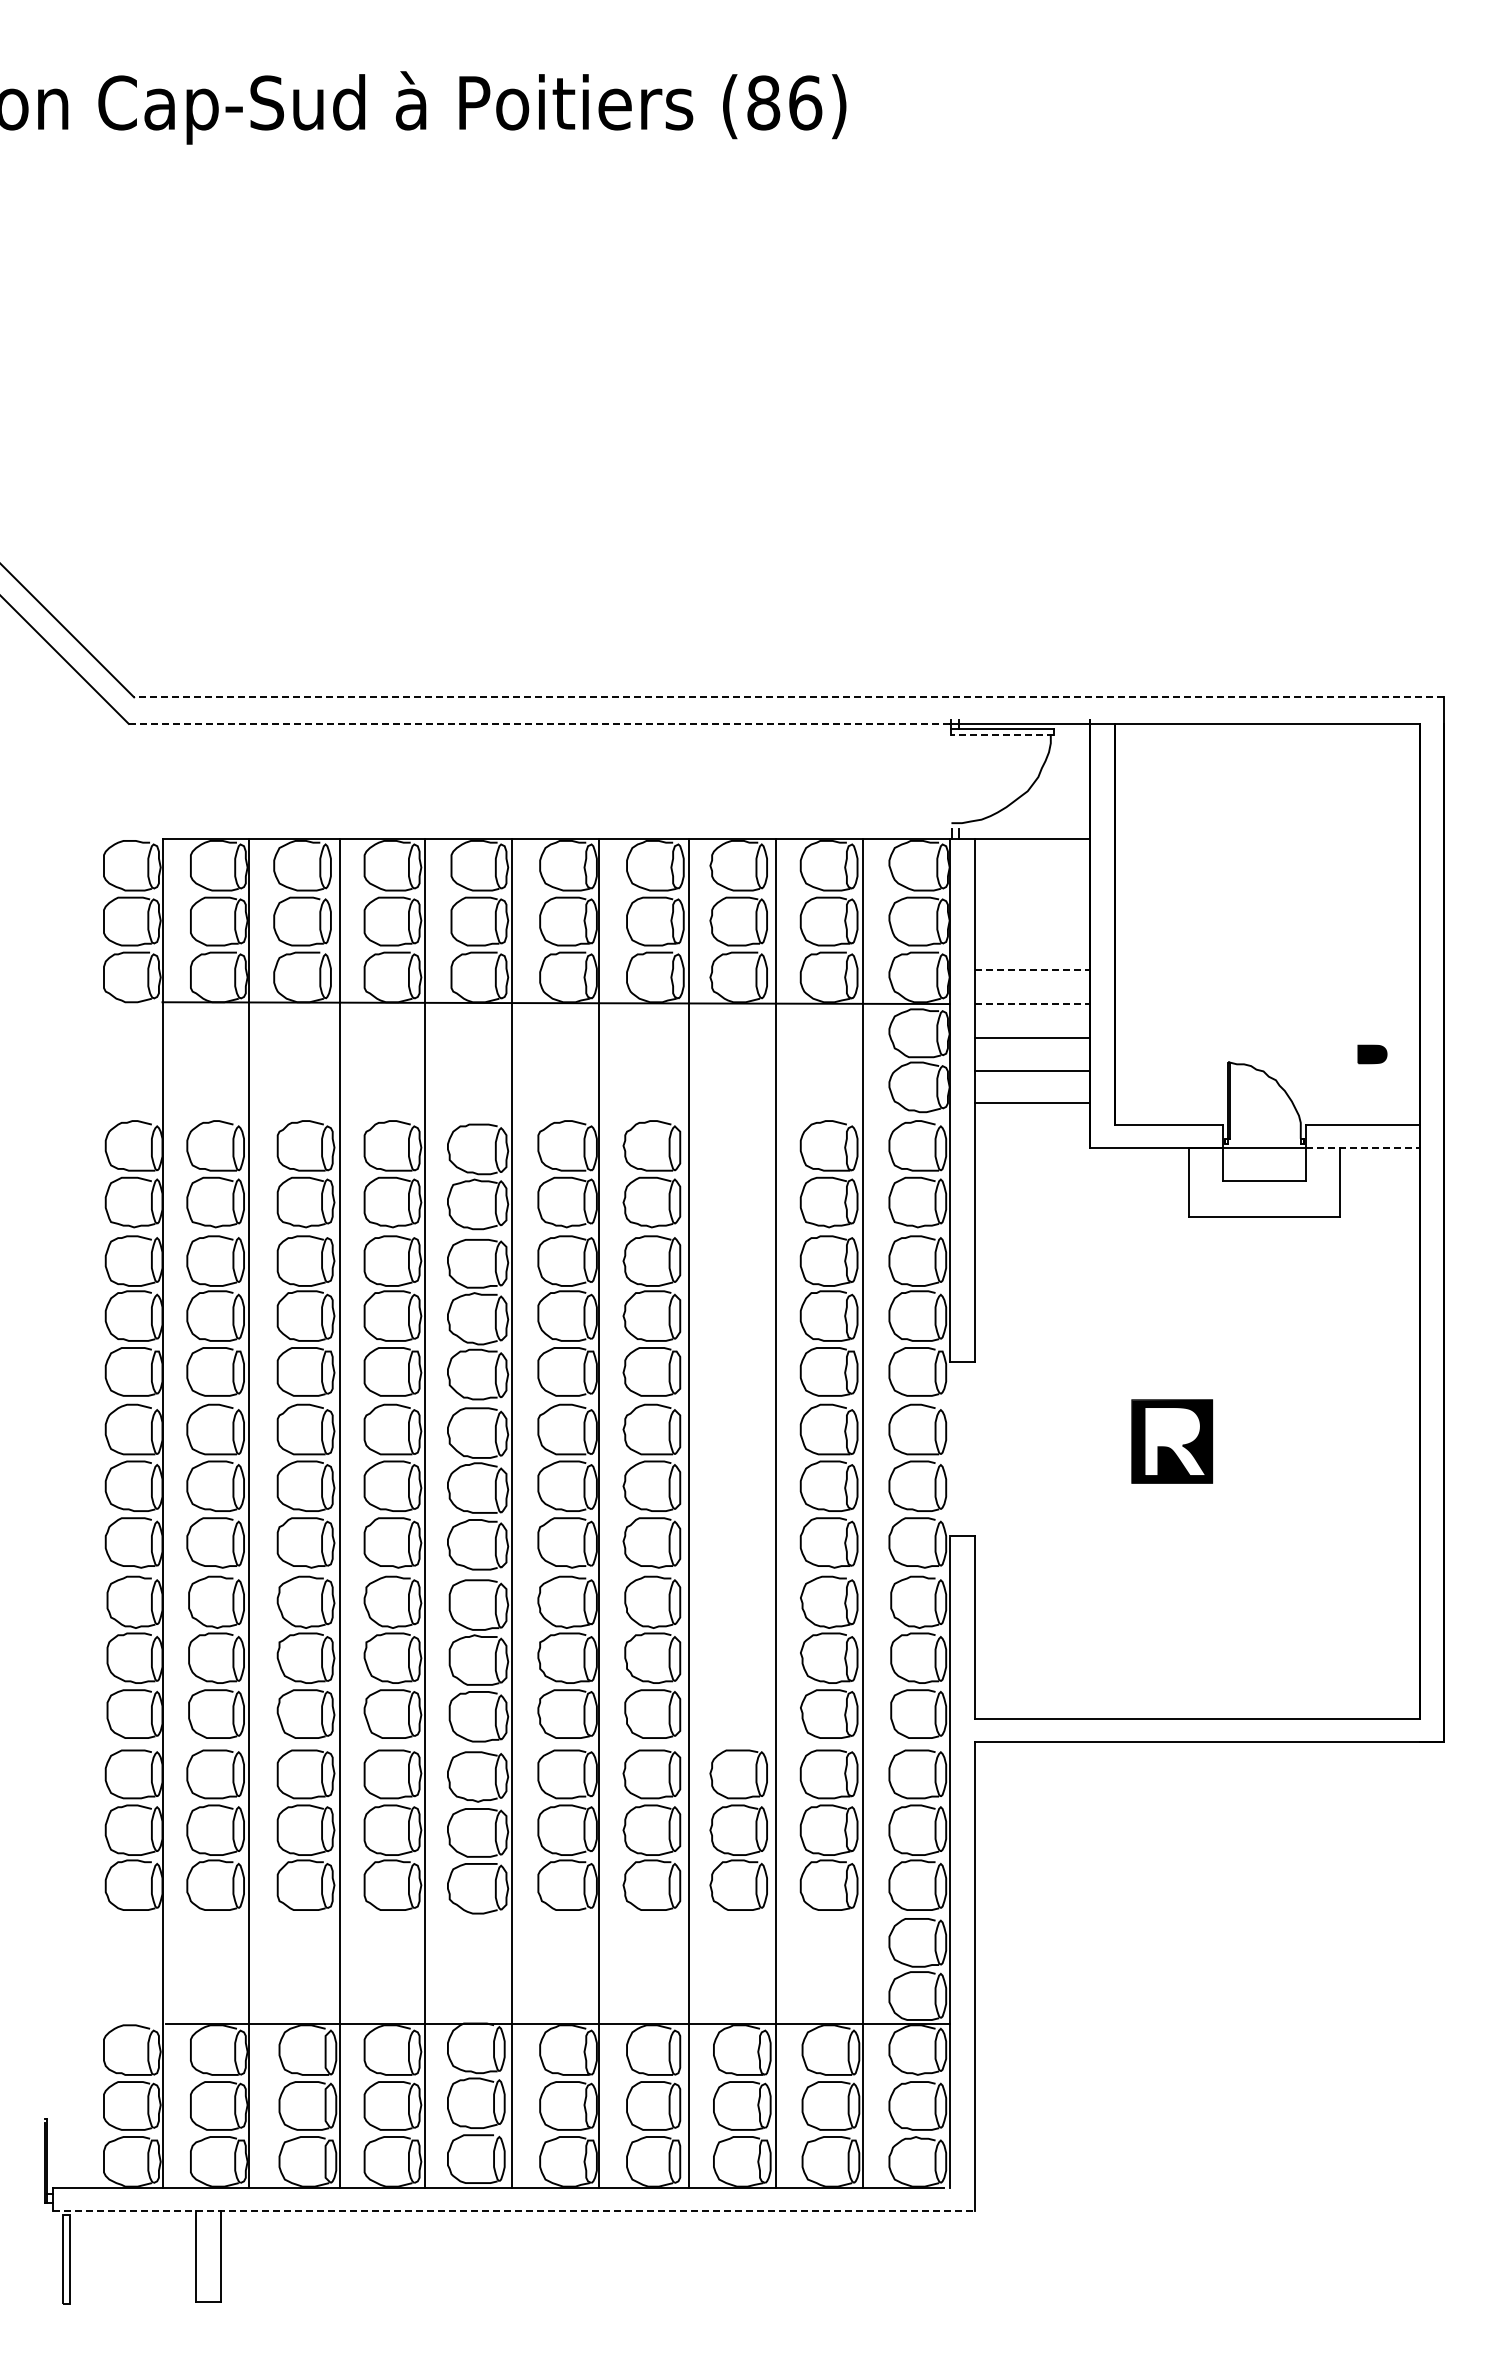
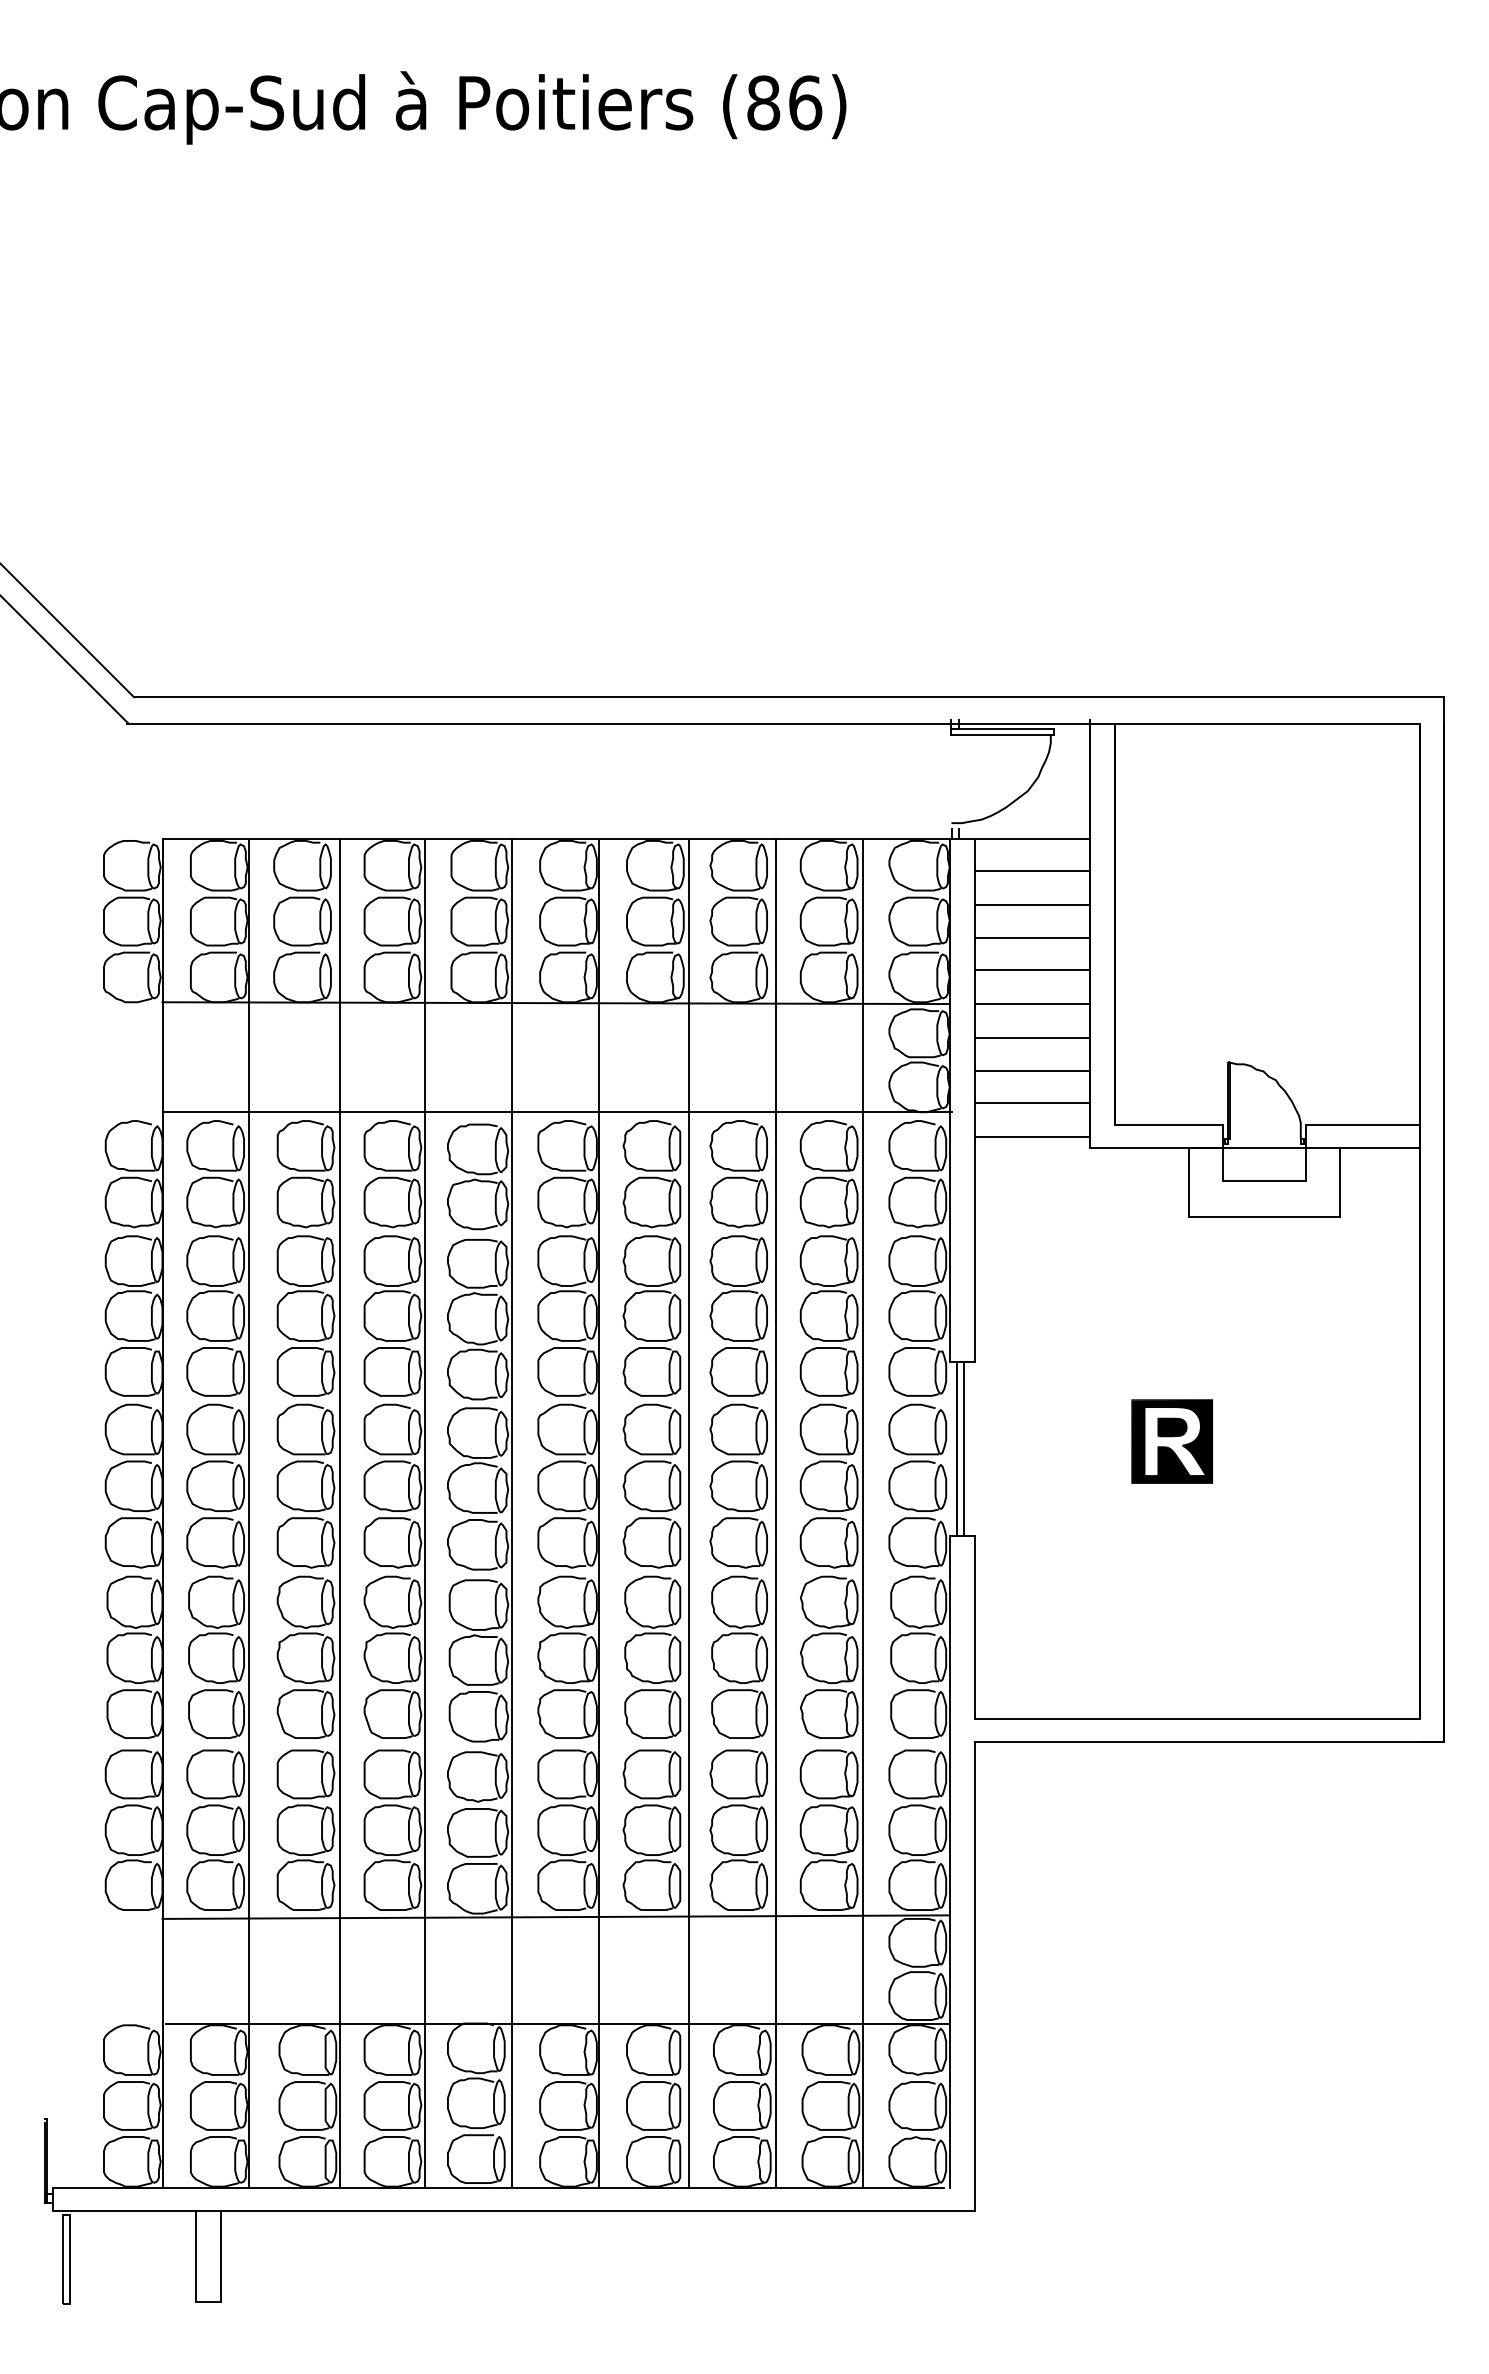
line at (788, 697): dashed -> solid
line at (537, 723): dashed -> solid
line at (1002, 734): dashed -> solid
line at (1031, 871): none -> present
line at (1031, 904): none -> present
line at (1031, 938): none -> present
line at (1032, 970): dashed -> solid
line at (1032, 1004): dashed -> solid
part at (1372, 1054) position: (1372, 1054) -> (1172, 1427)
line at (556, 1112): none -> present
line at (1031, 1137): none -> present
line at (1362, 1147): dashed -> solid
part at (755, 1429): none -> present
line at (956, 1448): none -> present
line at (963, 1448): none -> present
line at (555, 1916): none -> present
line at (513, 2211): dashed -> solid
